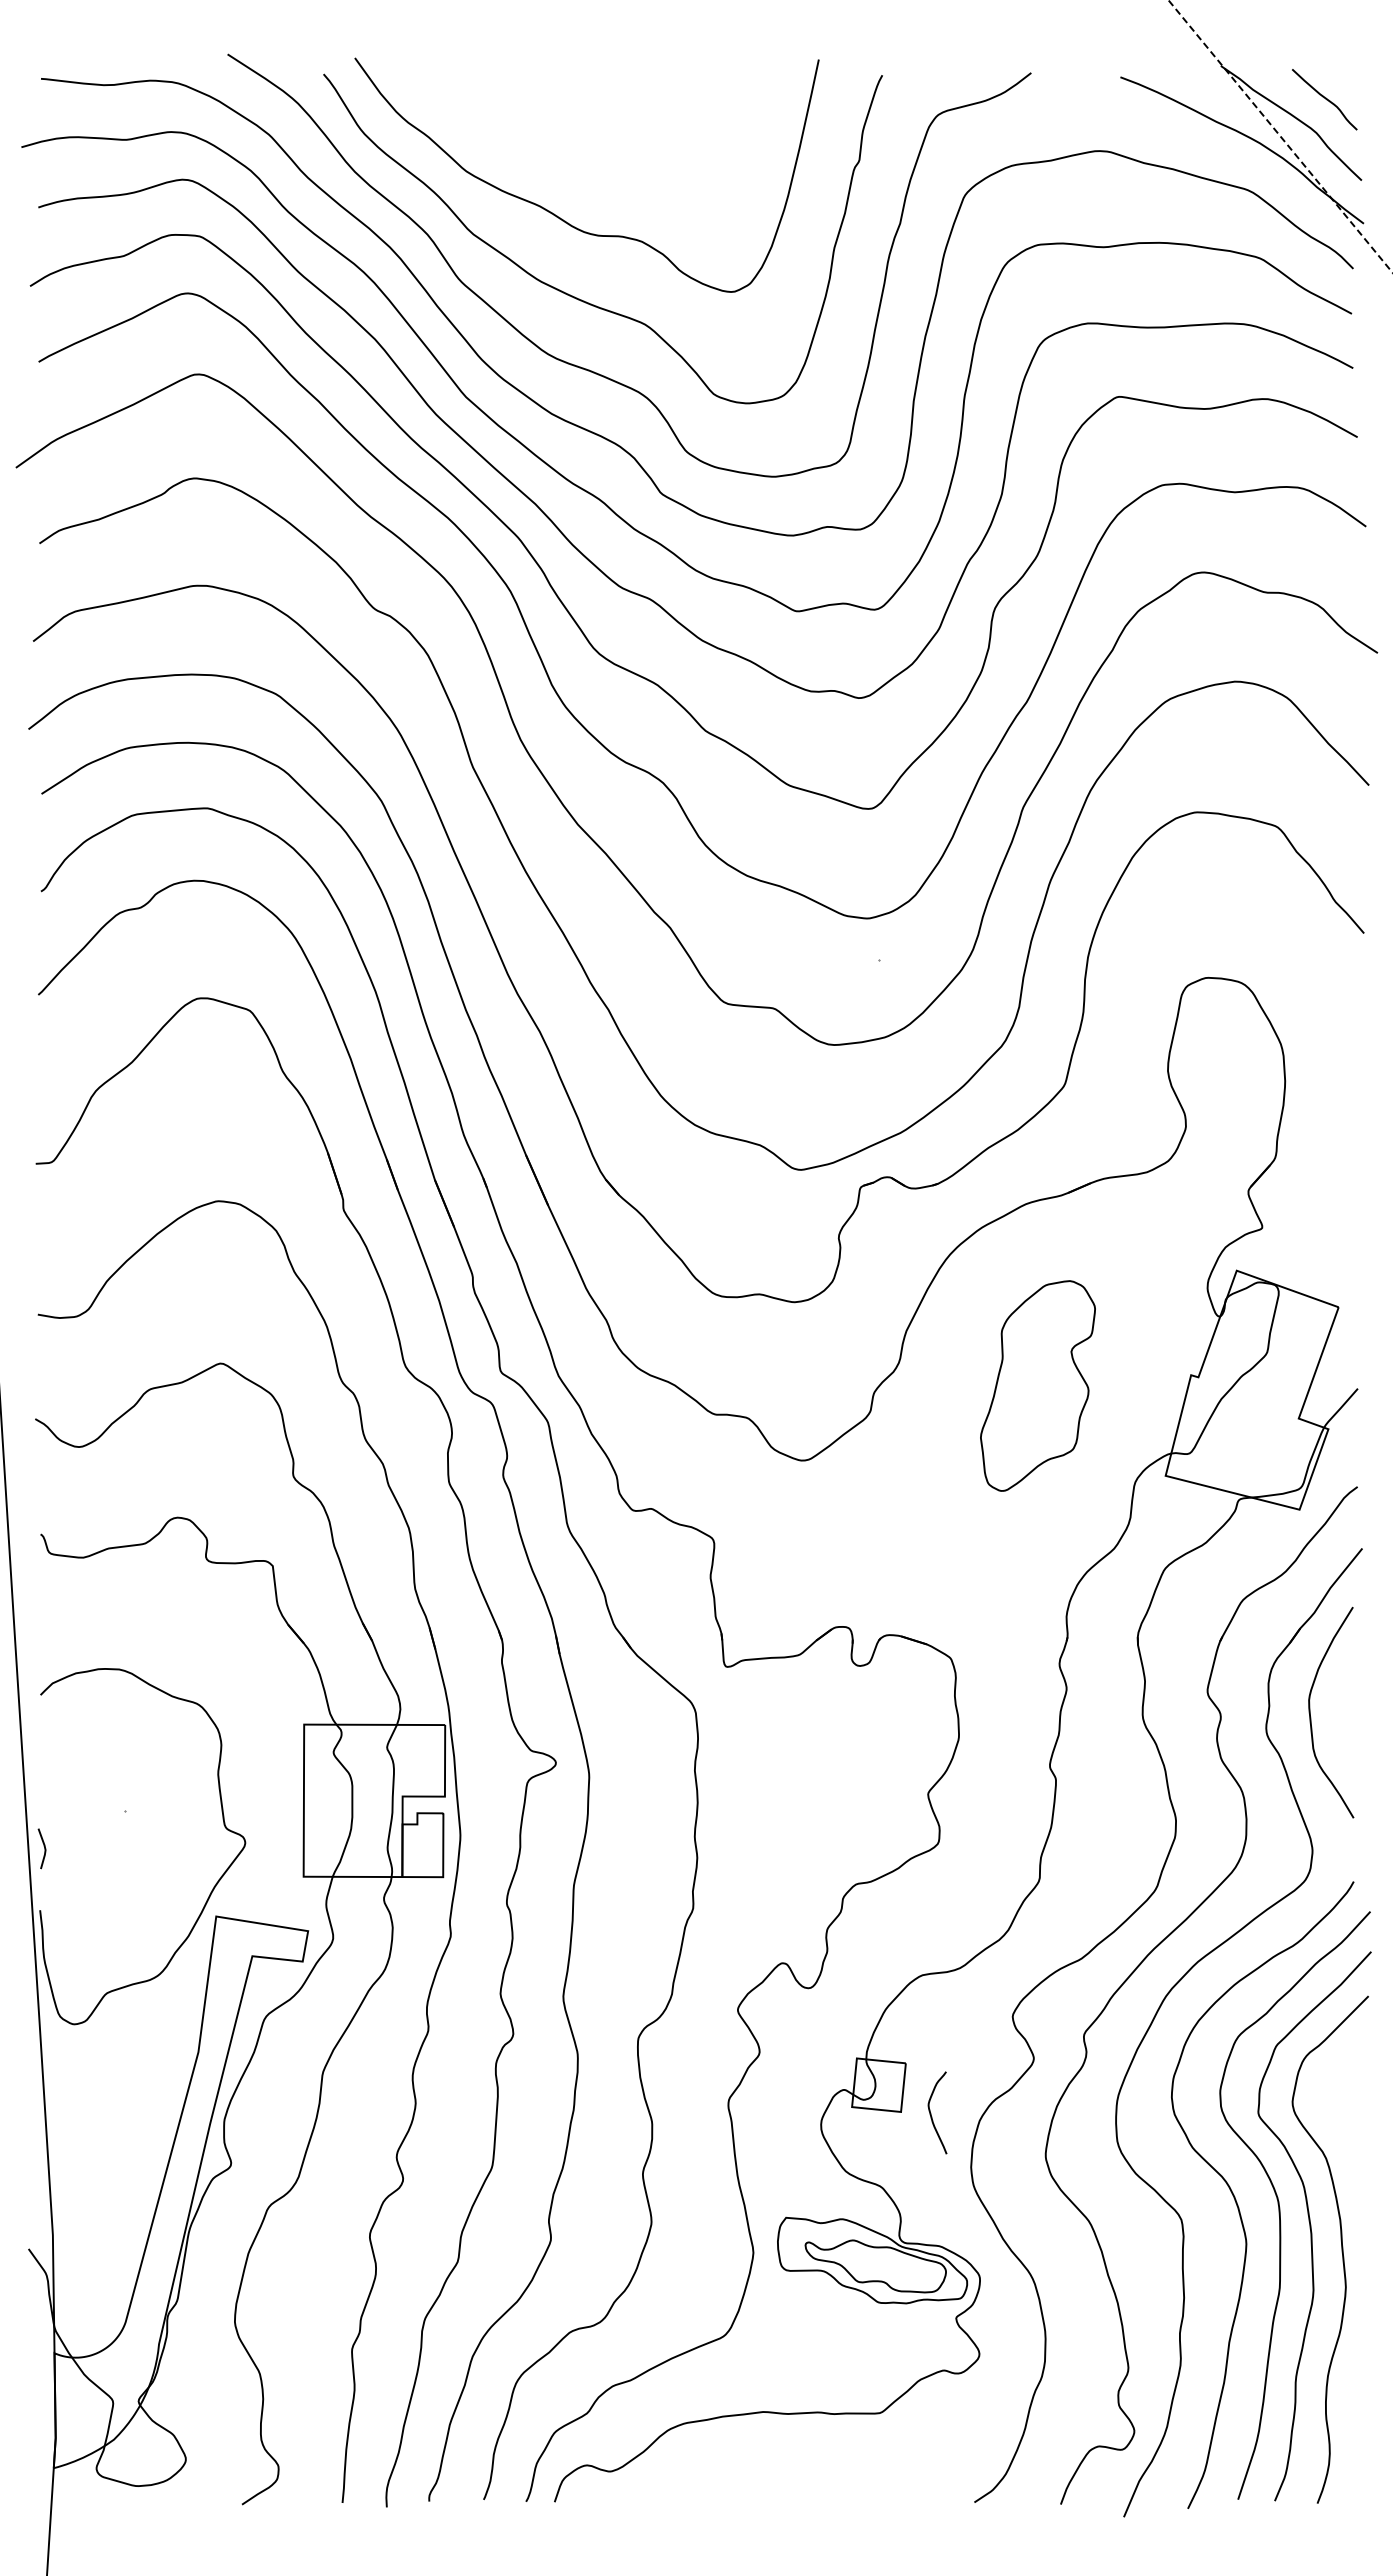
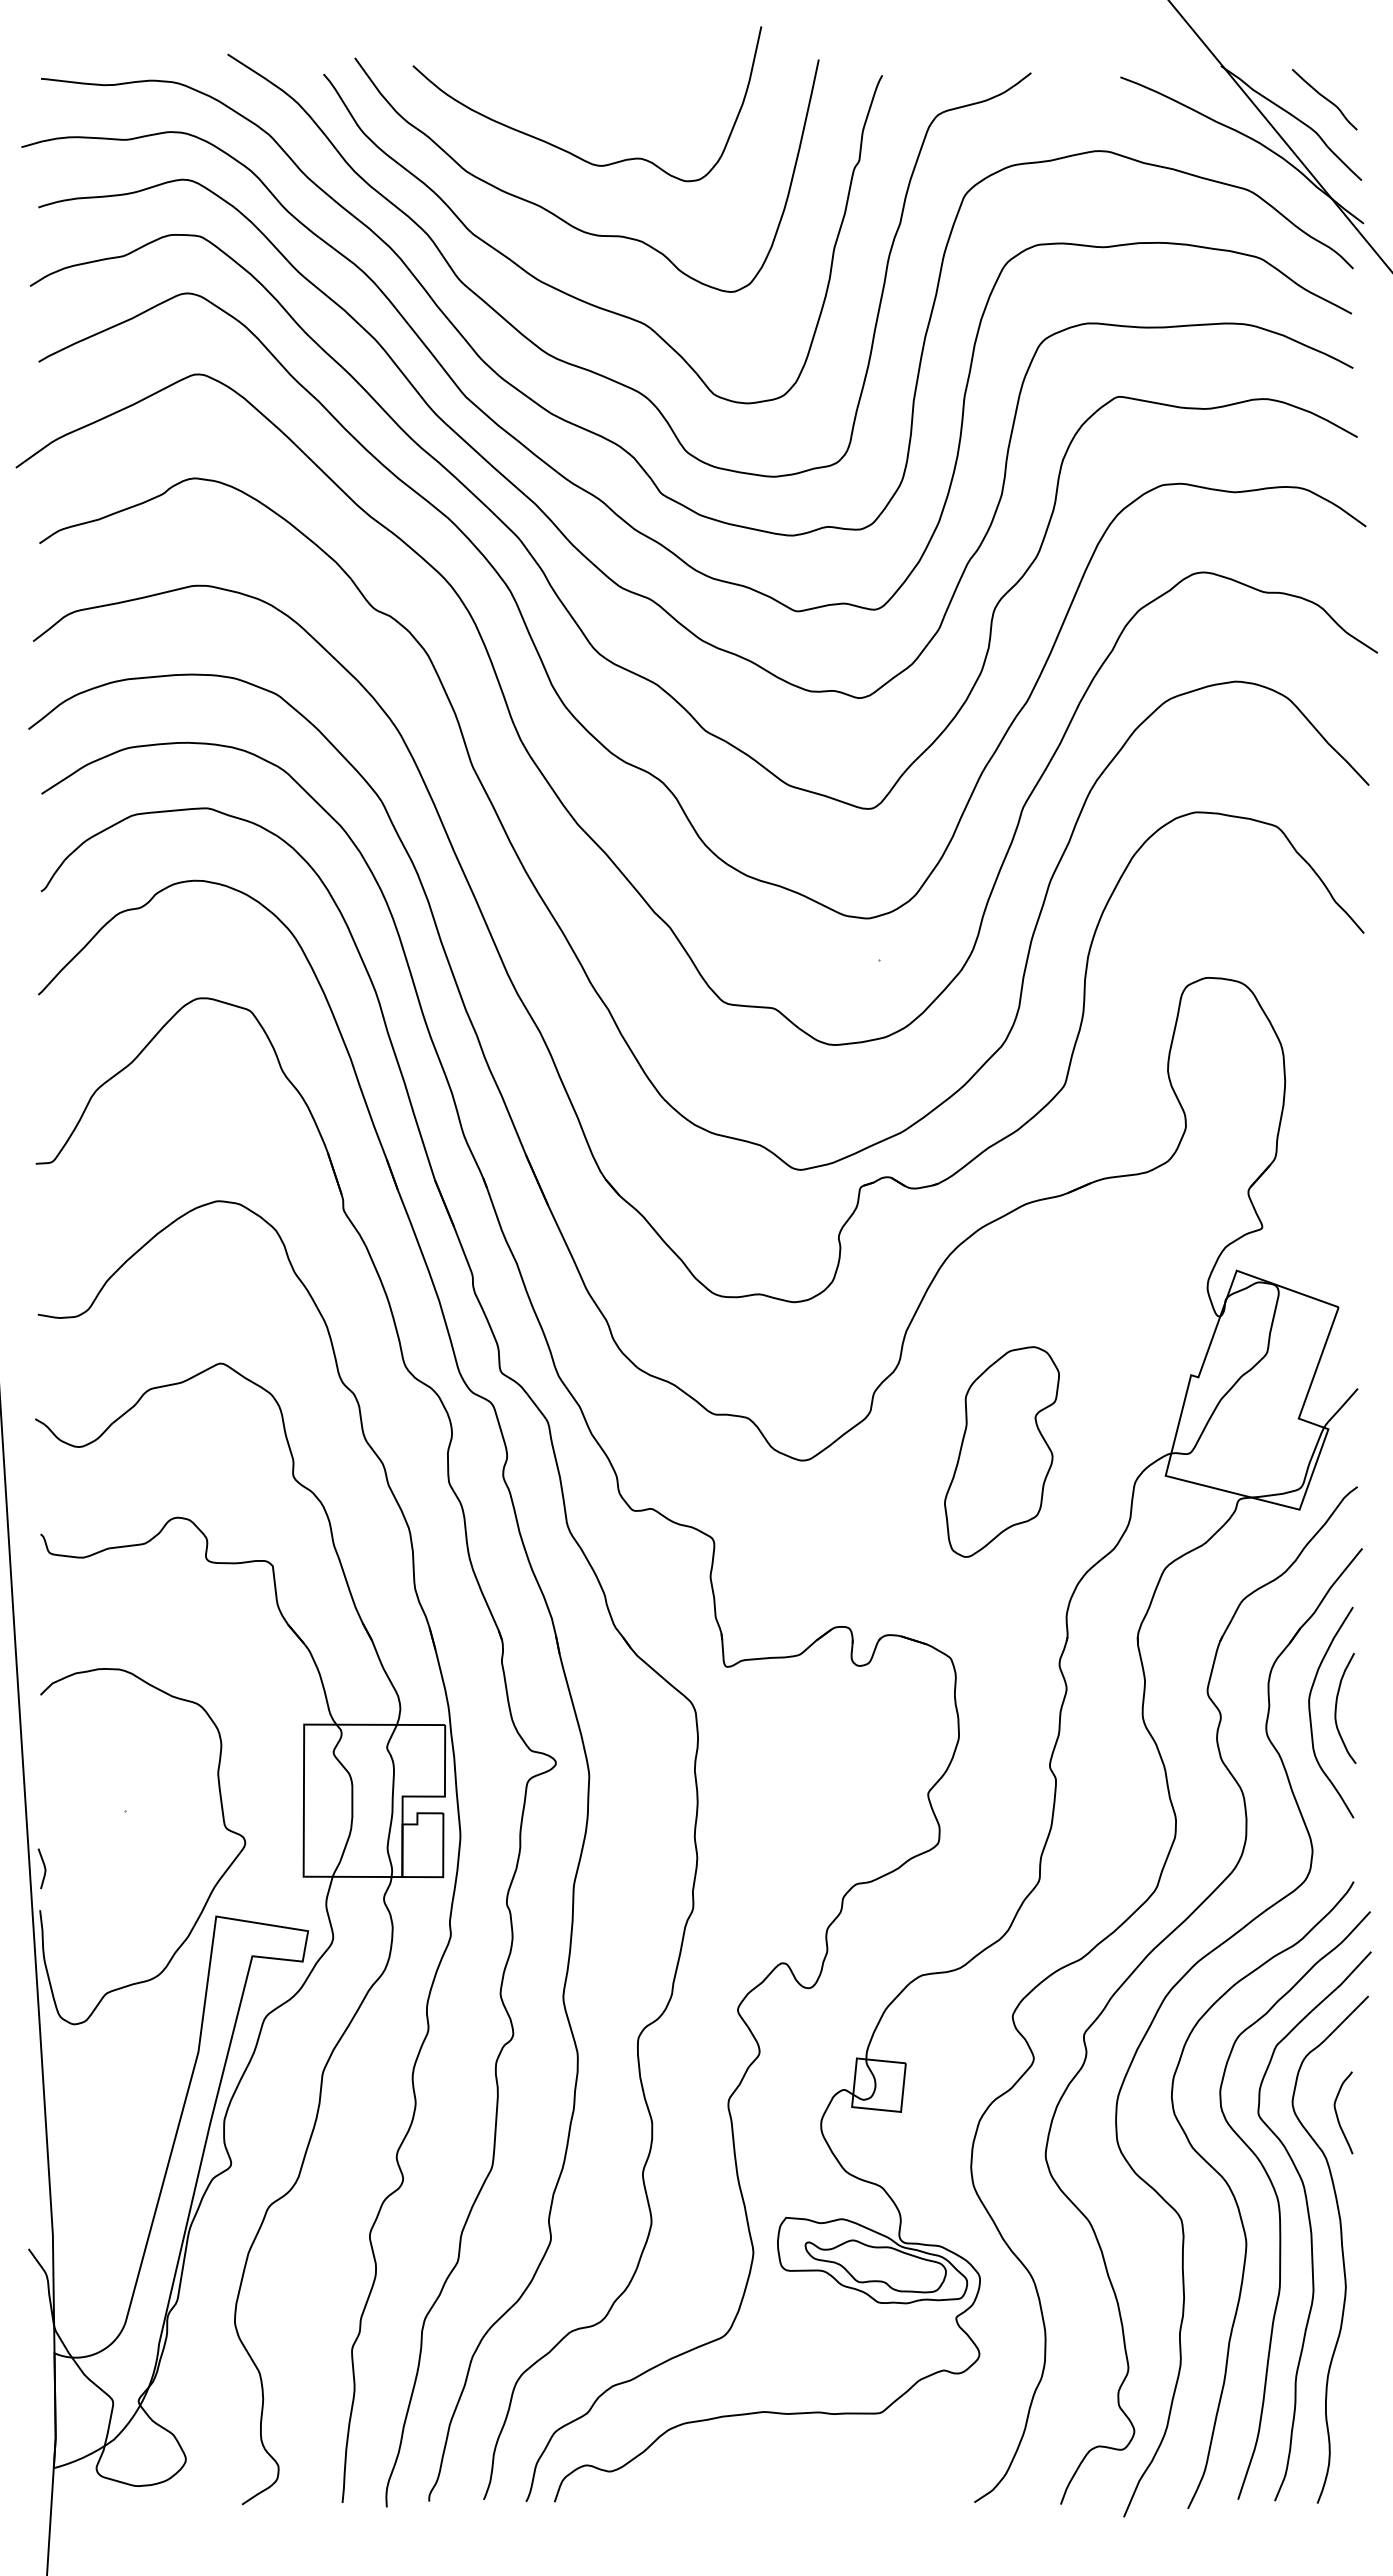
line at (1280, 136): dashed -> solid
curve at (567, 150): none -> present
part at (1037, 1385) position: (1037, 1385) -> (1001, 1451)
curve at (1337, 1704): none -> present
line at (43, 1846) position: (43, 1846) -> (43, 1866)
curve at (931, 2113) position: (931, 2113) -> (1337, 2113)
